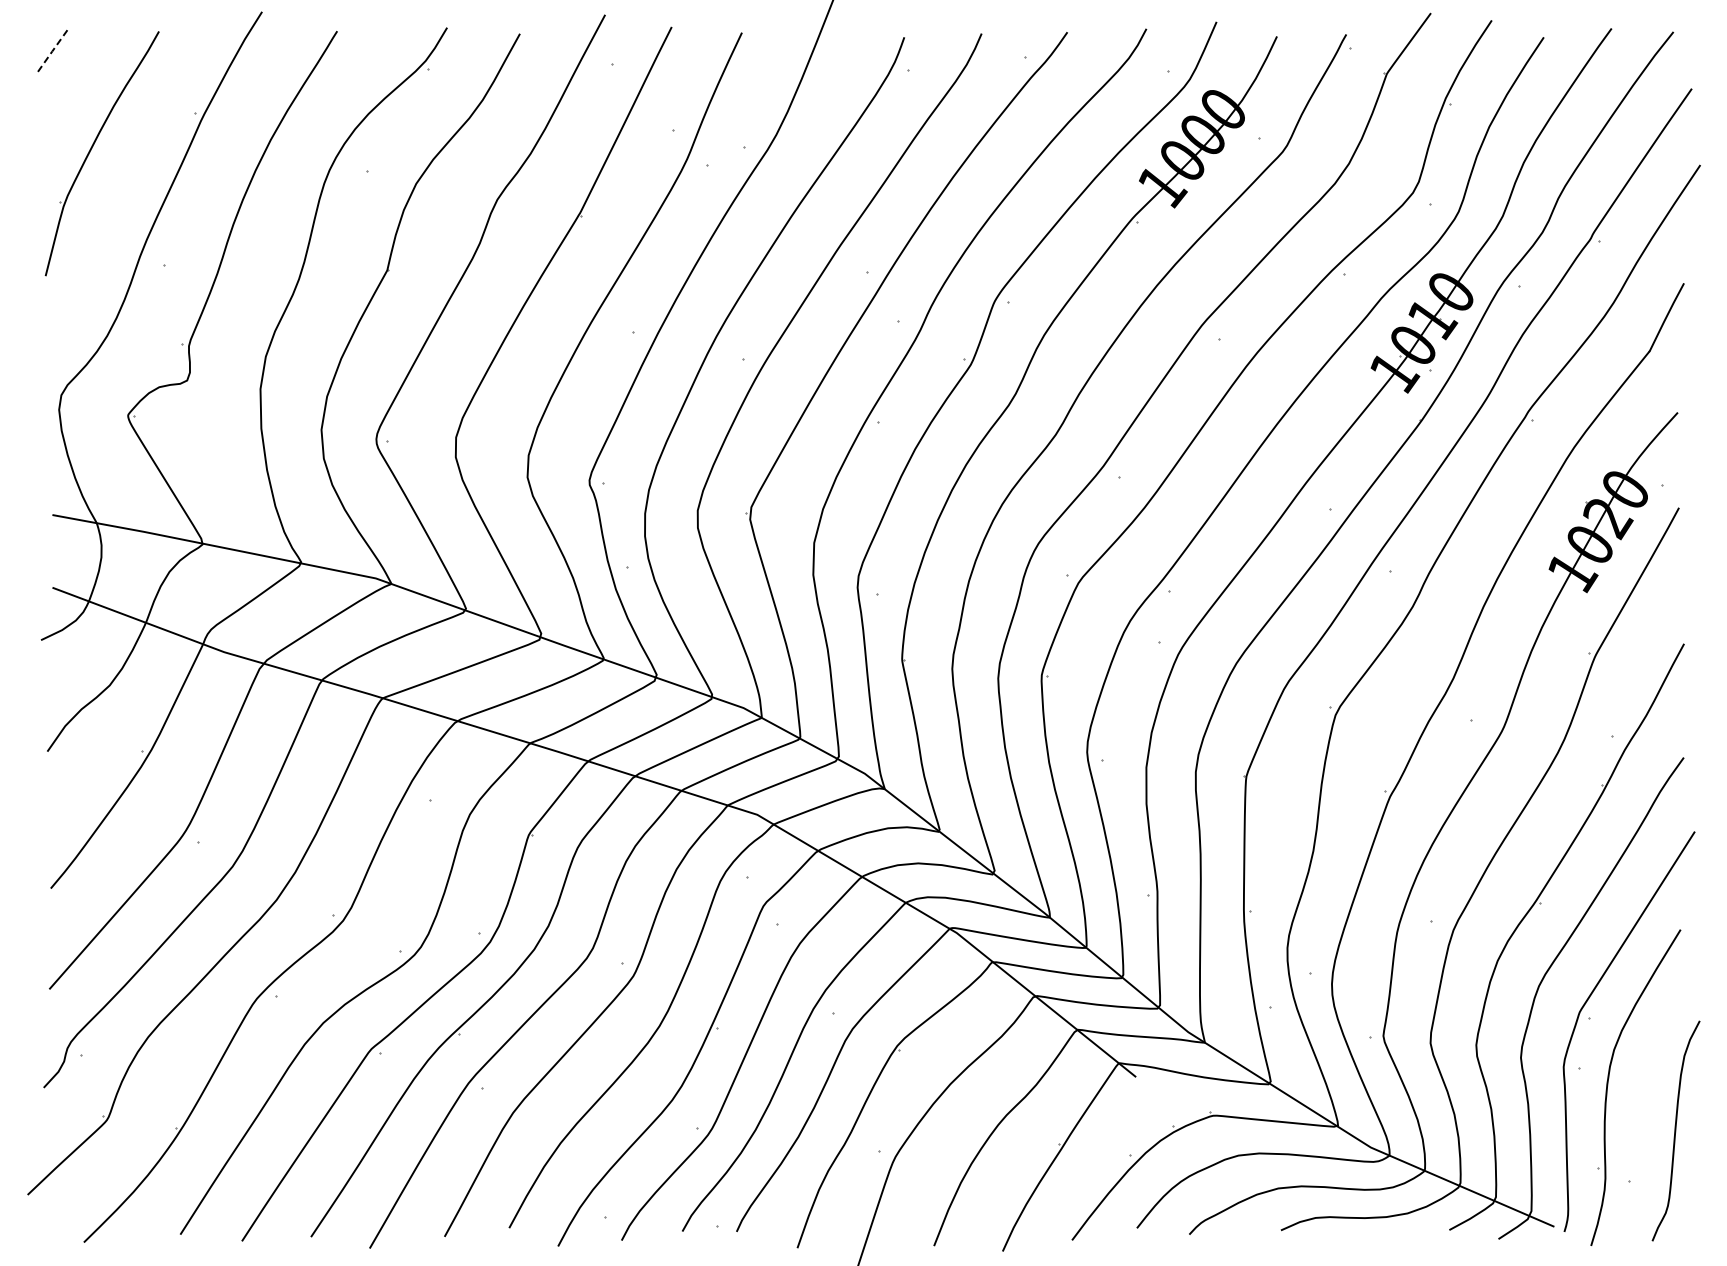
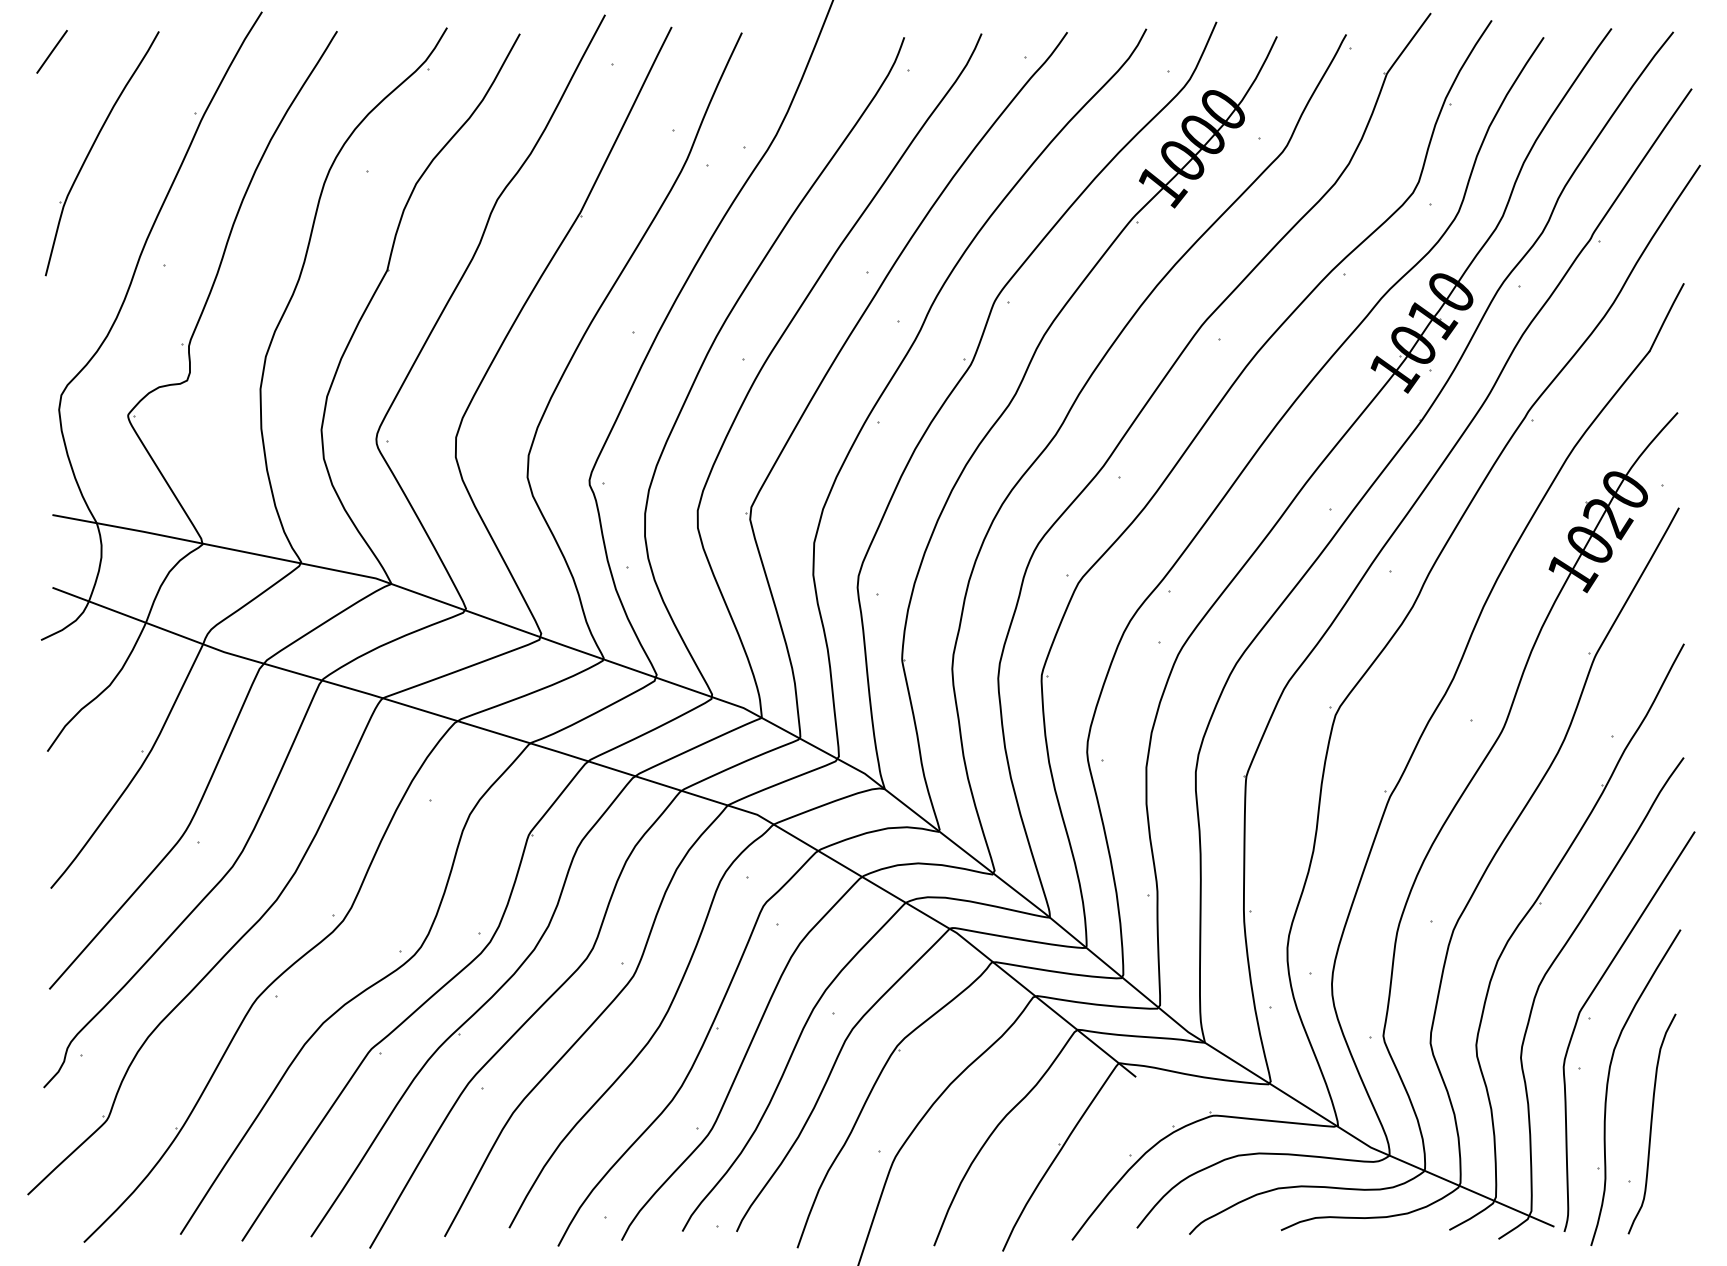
line at (52, 51): dashed -> solid
curve at (1675, 1130) position: (1675, 1130) -> (1651, 1123)
